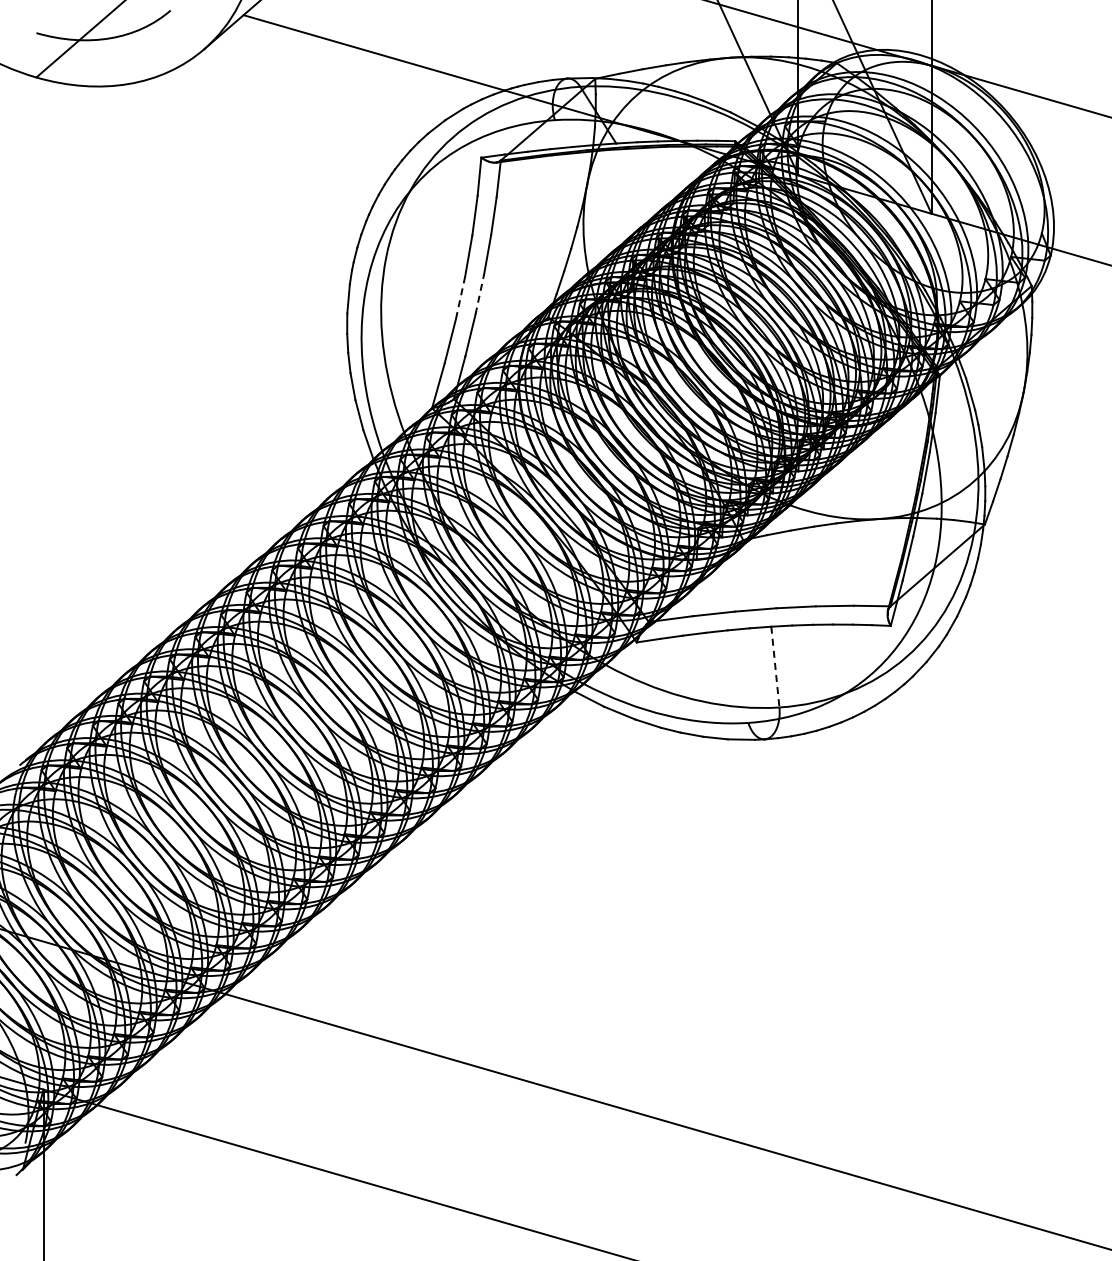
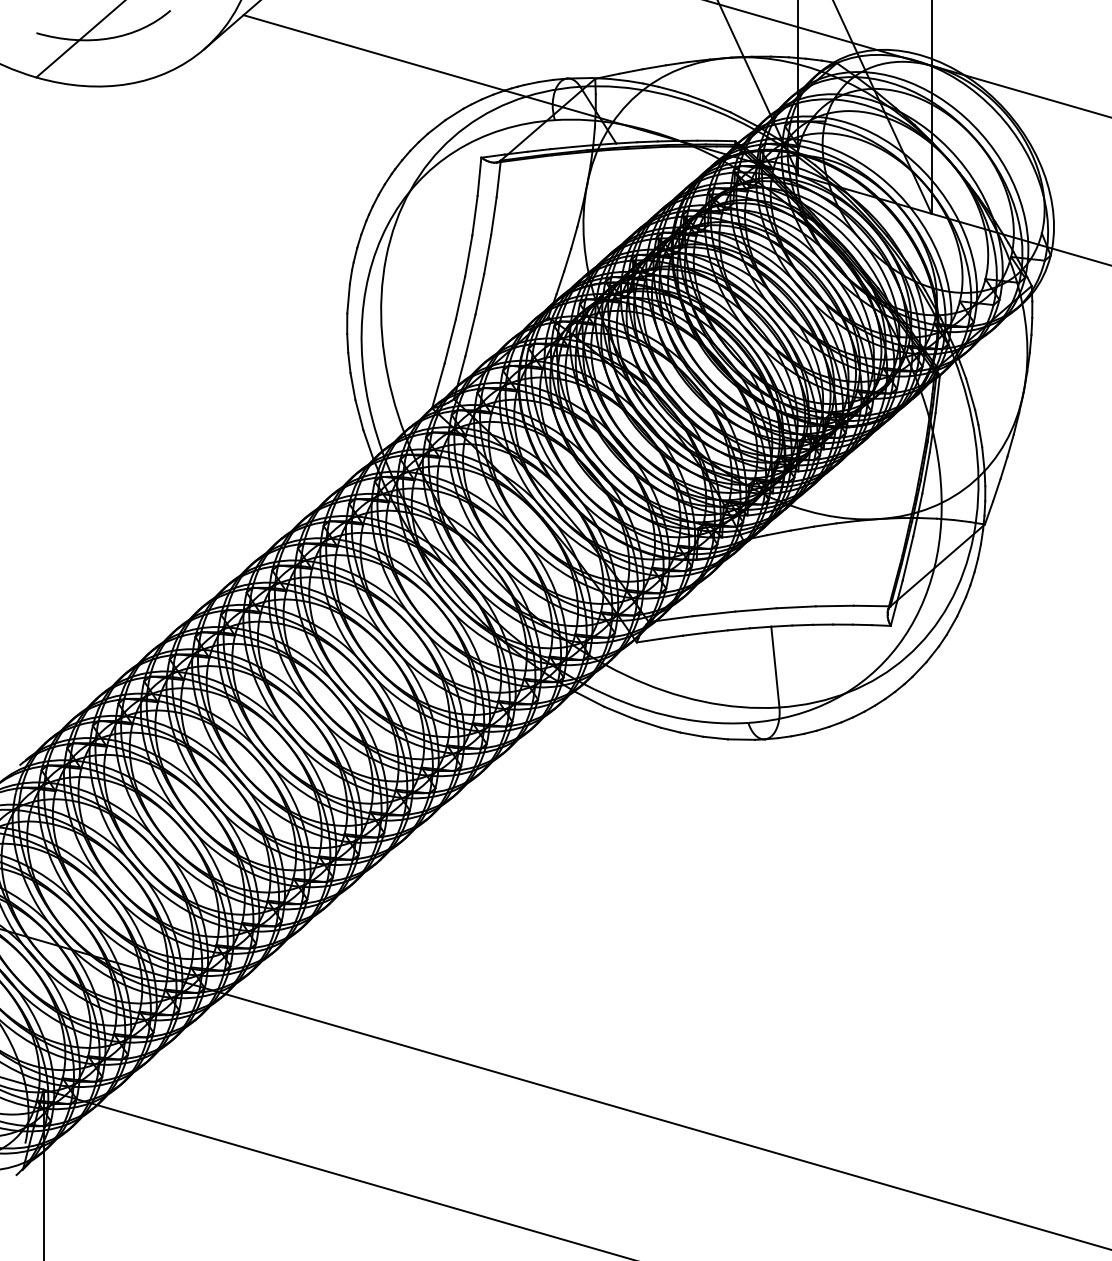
line at (479, 294): dashed -> solid
line at (460, 297): dashed -> solid
line at (775, 667): dashed -> solid
